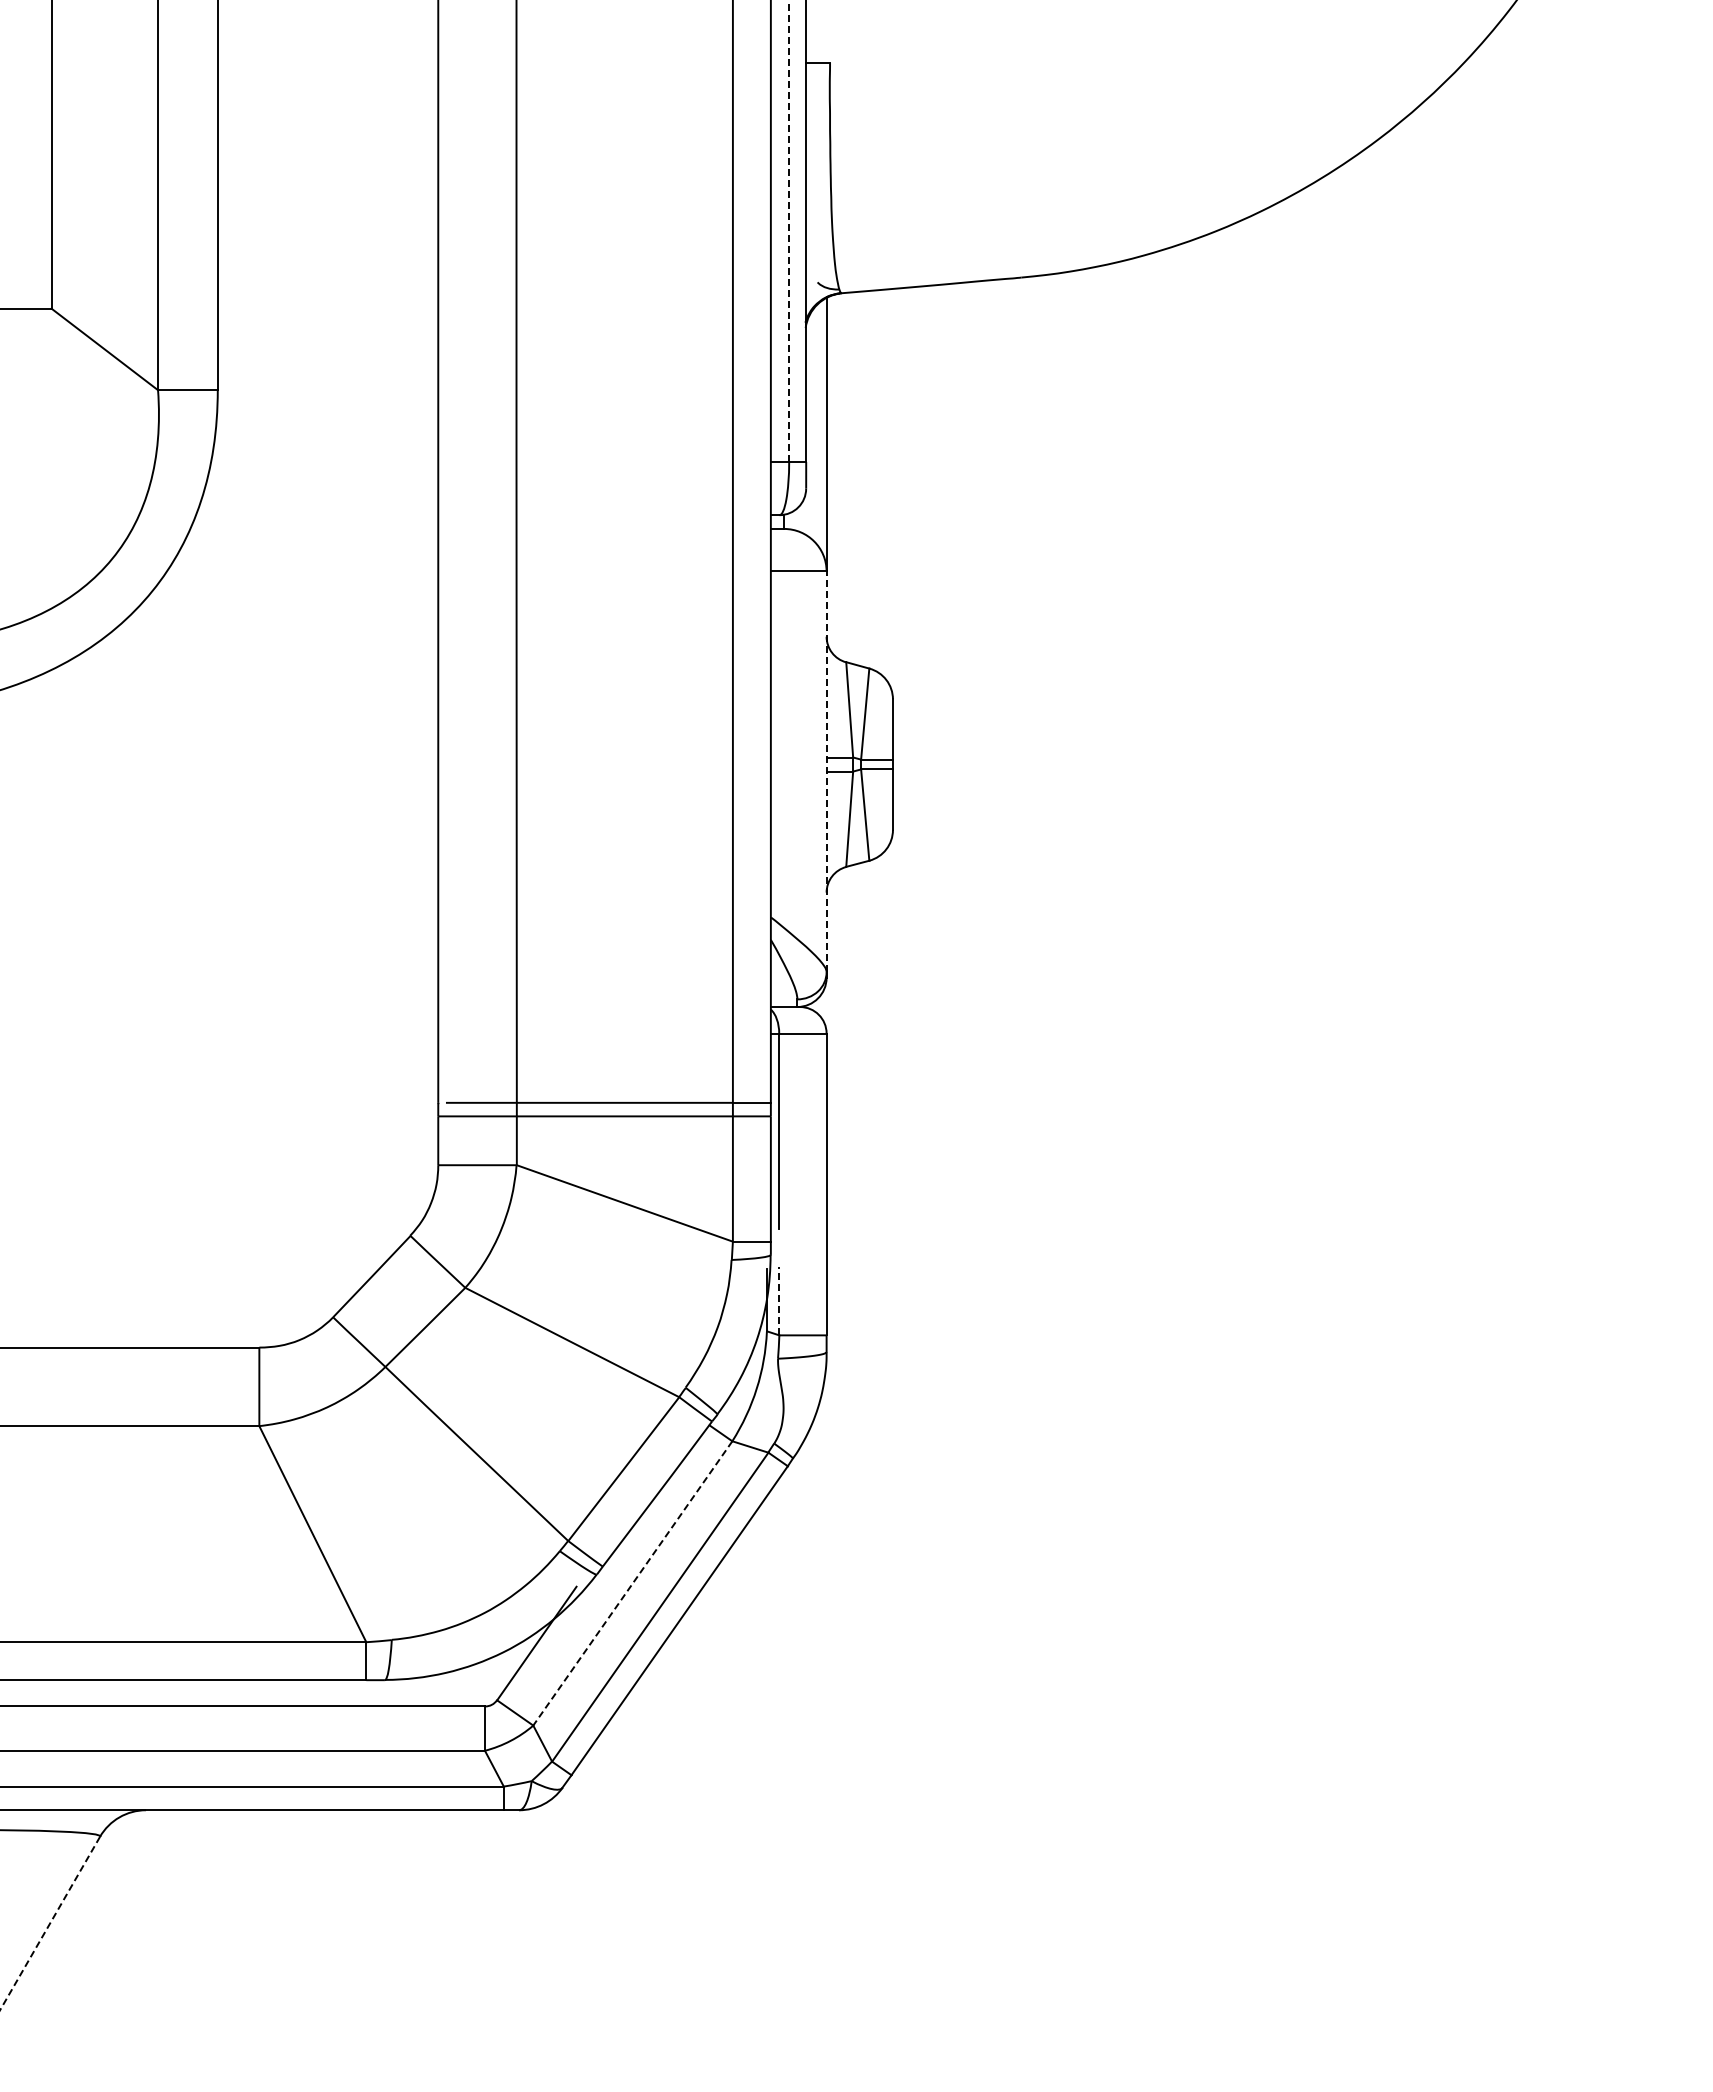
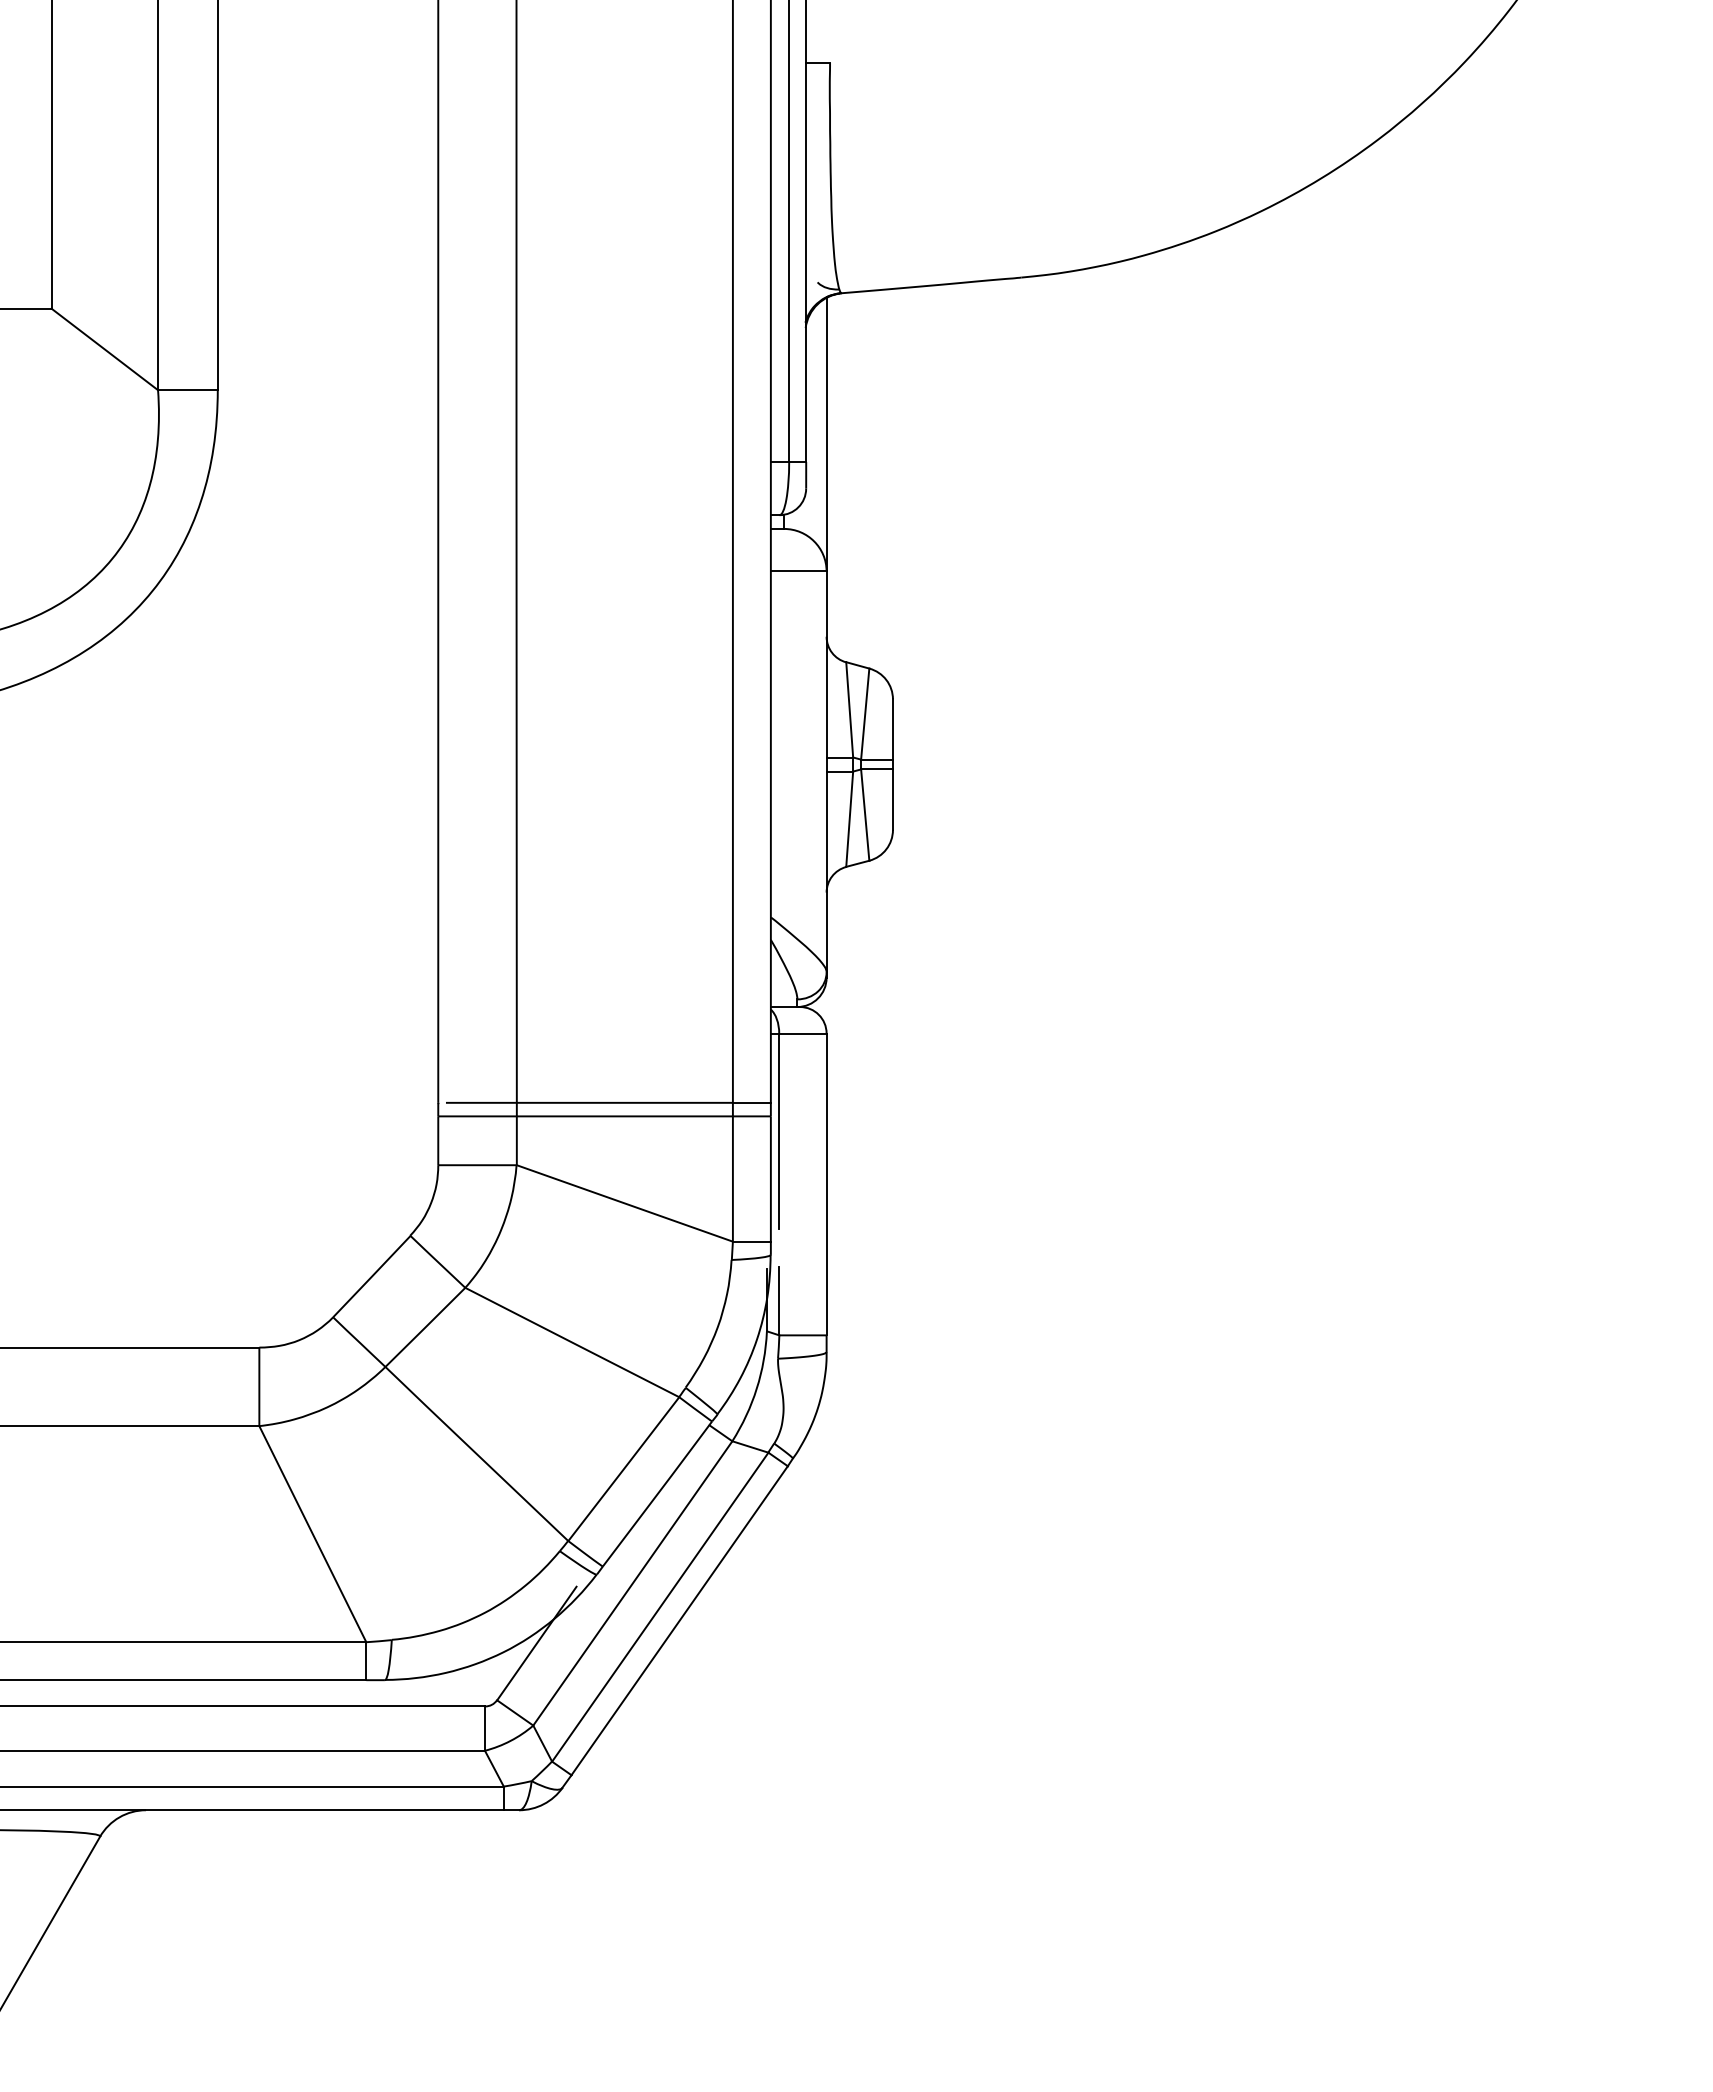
line at (789, 231): dashed -> solid
line at (826, 771): dashed -> solid
line at (779, 1300): dashed -> solid
line at (632, 1583): dashed -> solid
line at (49, 1923): dashed -> solid
